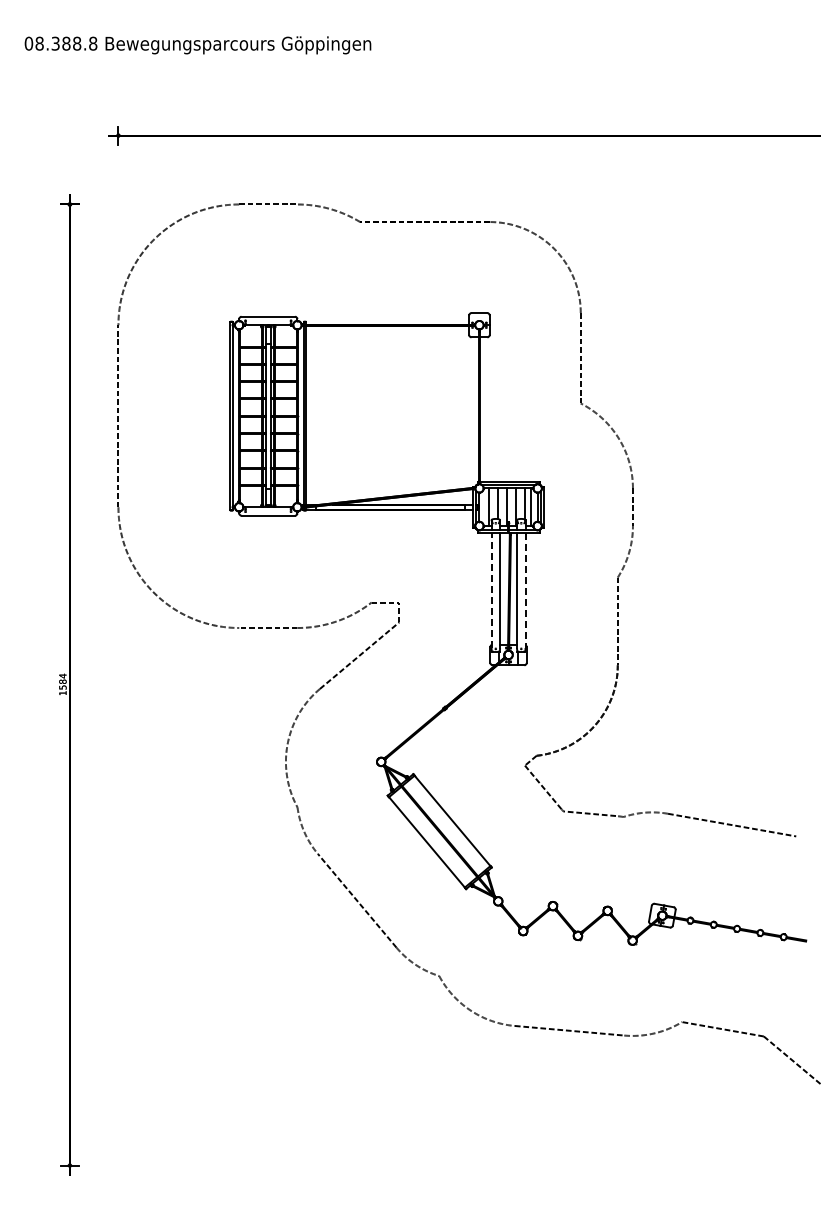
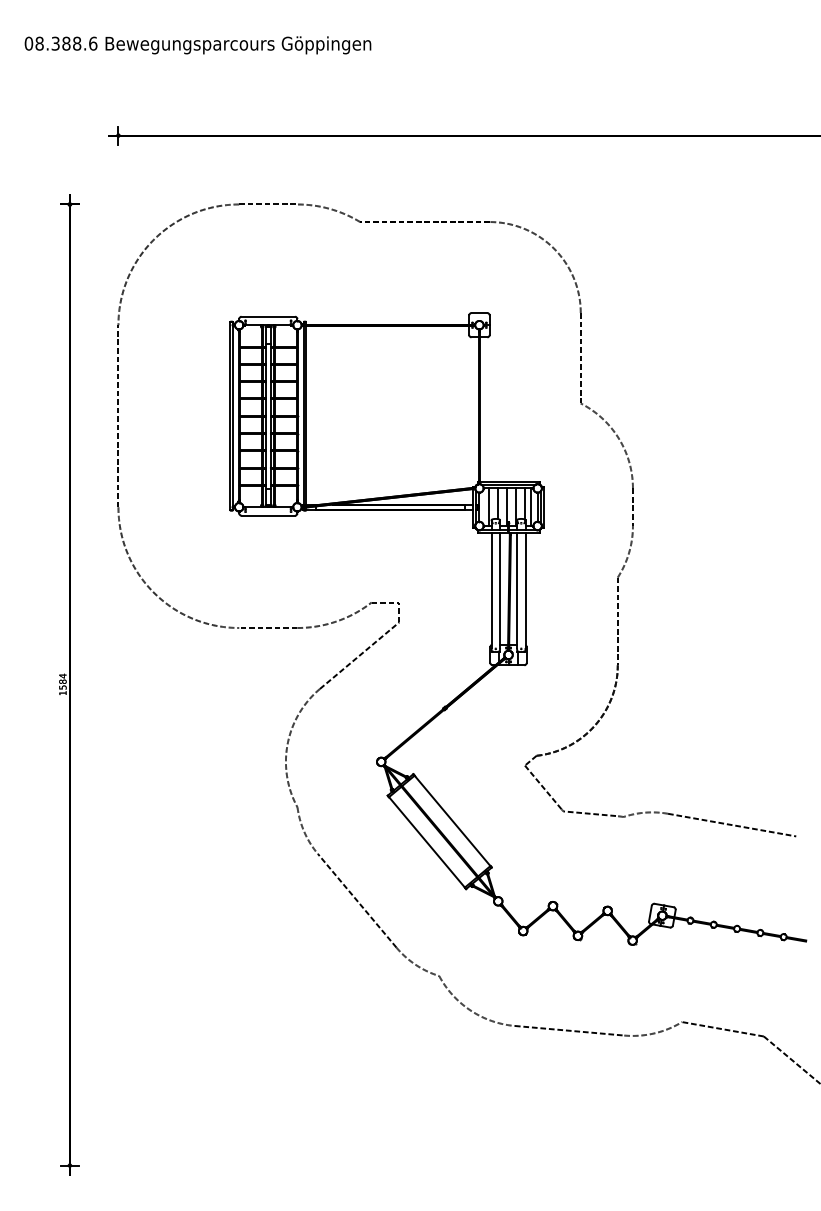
text at (93, 43): 08.388.8 -> 08.388.6
line at (491, 590): dashed -> solid
line at (525, 590): dashed -> solid
